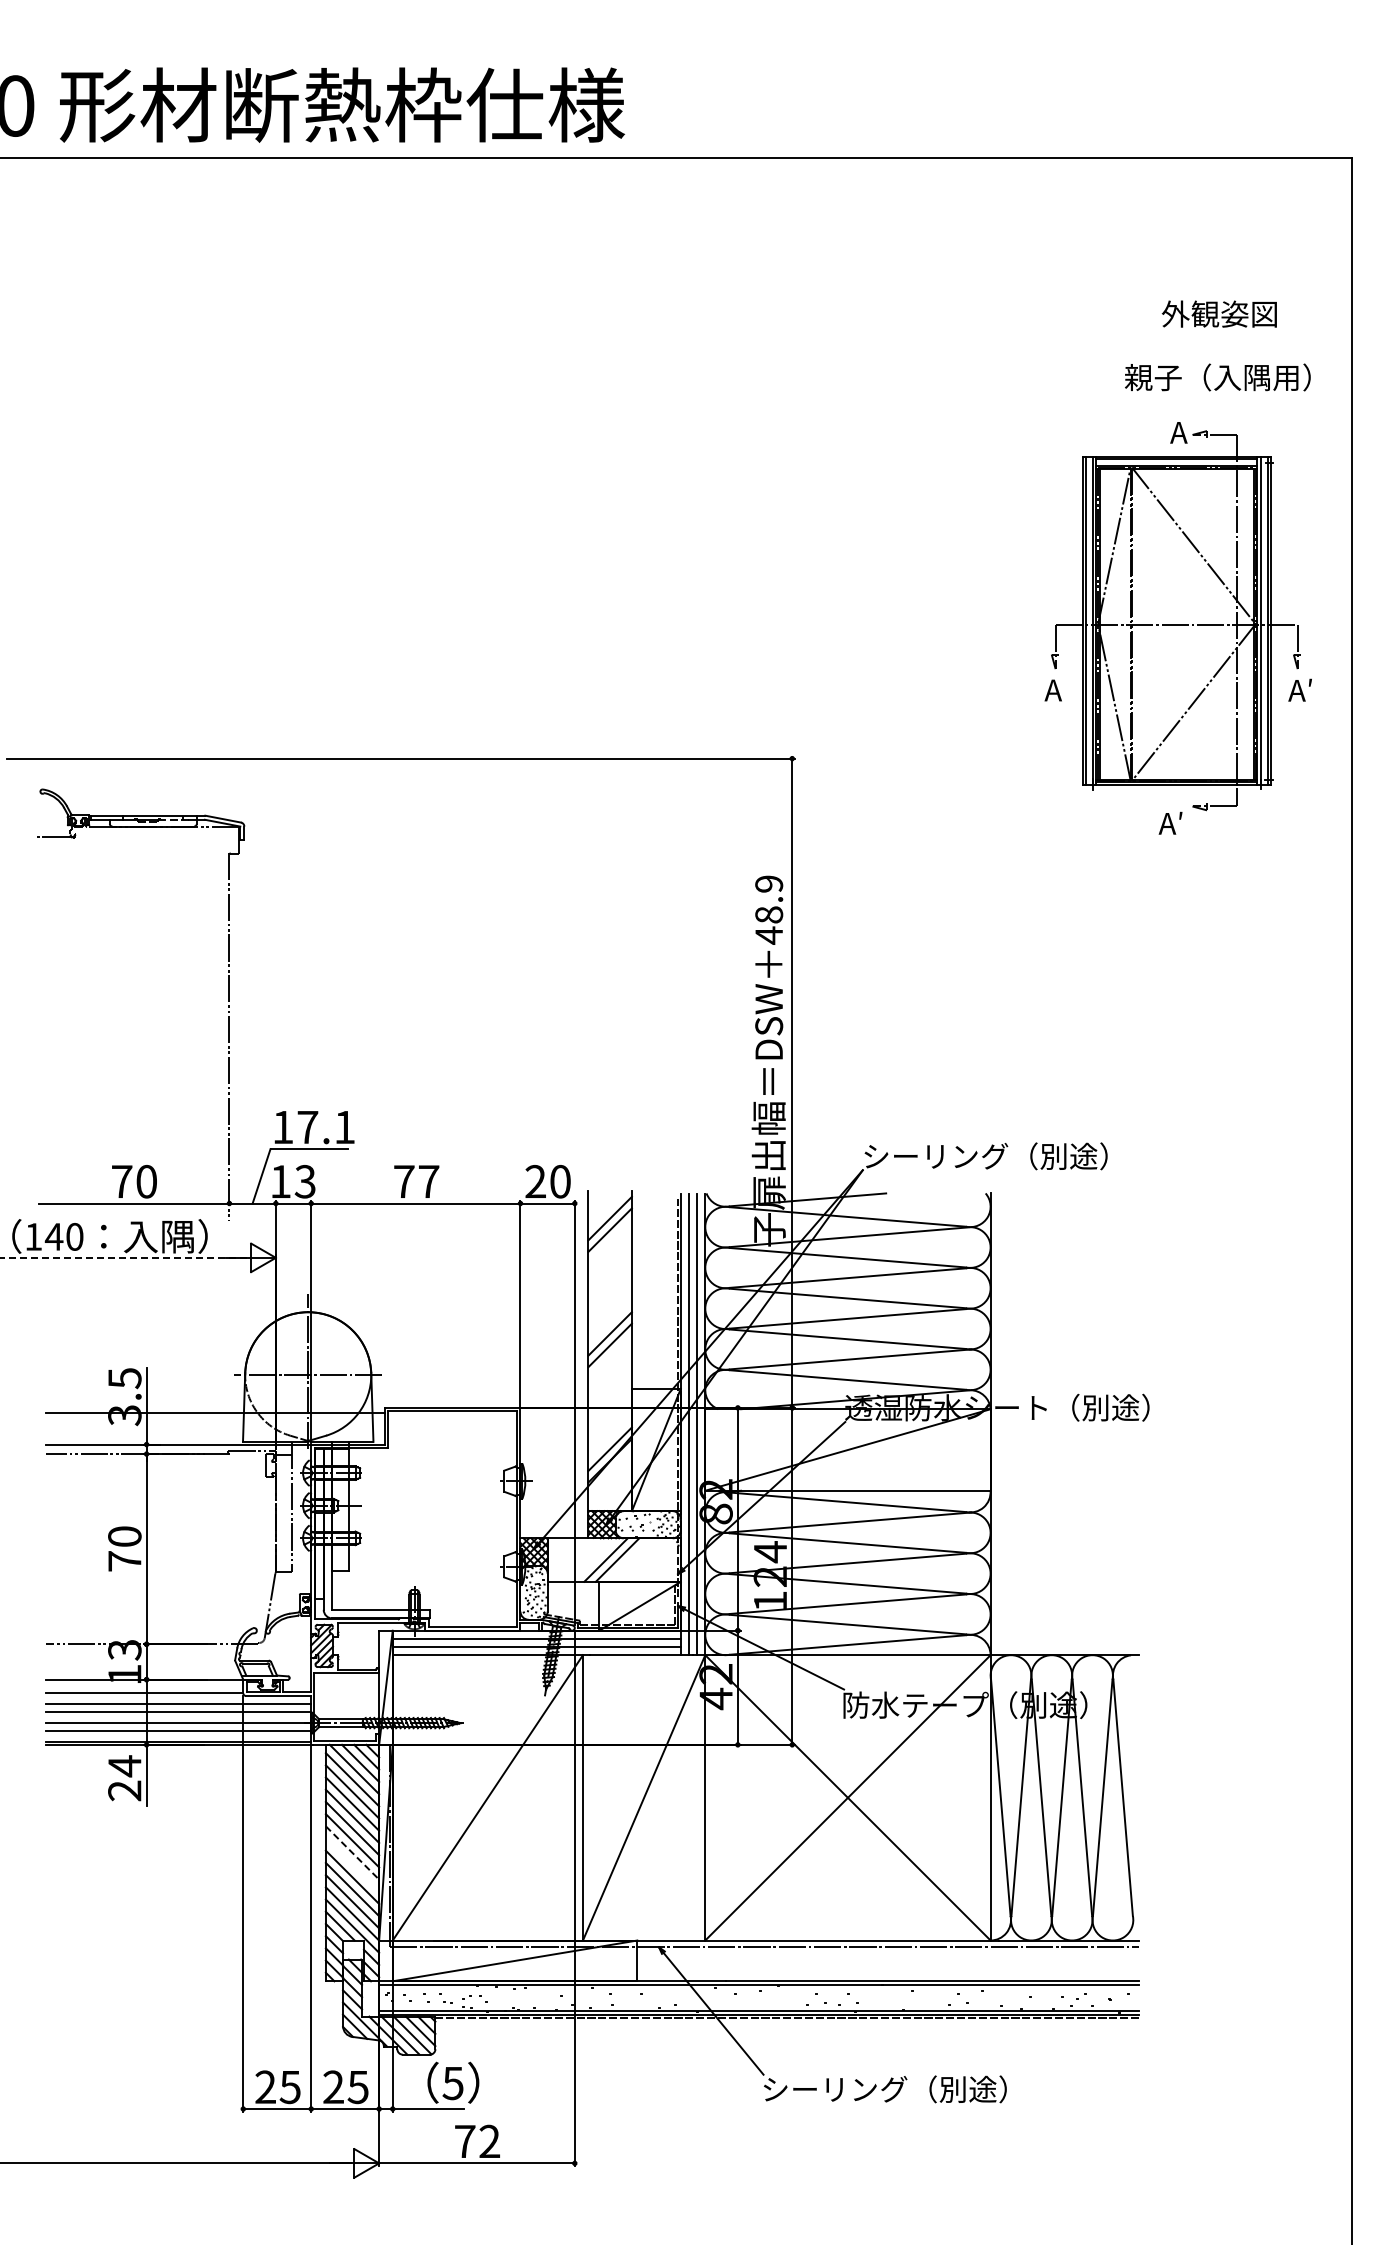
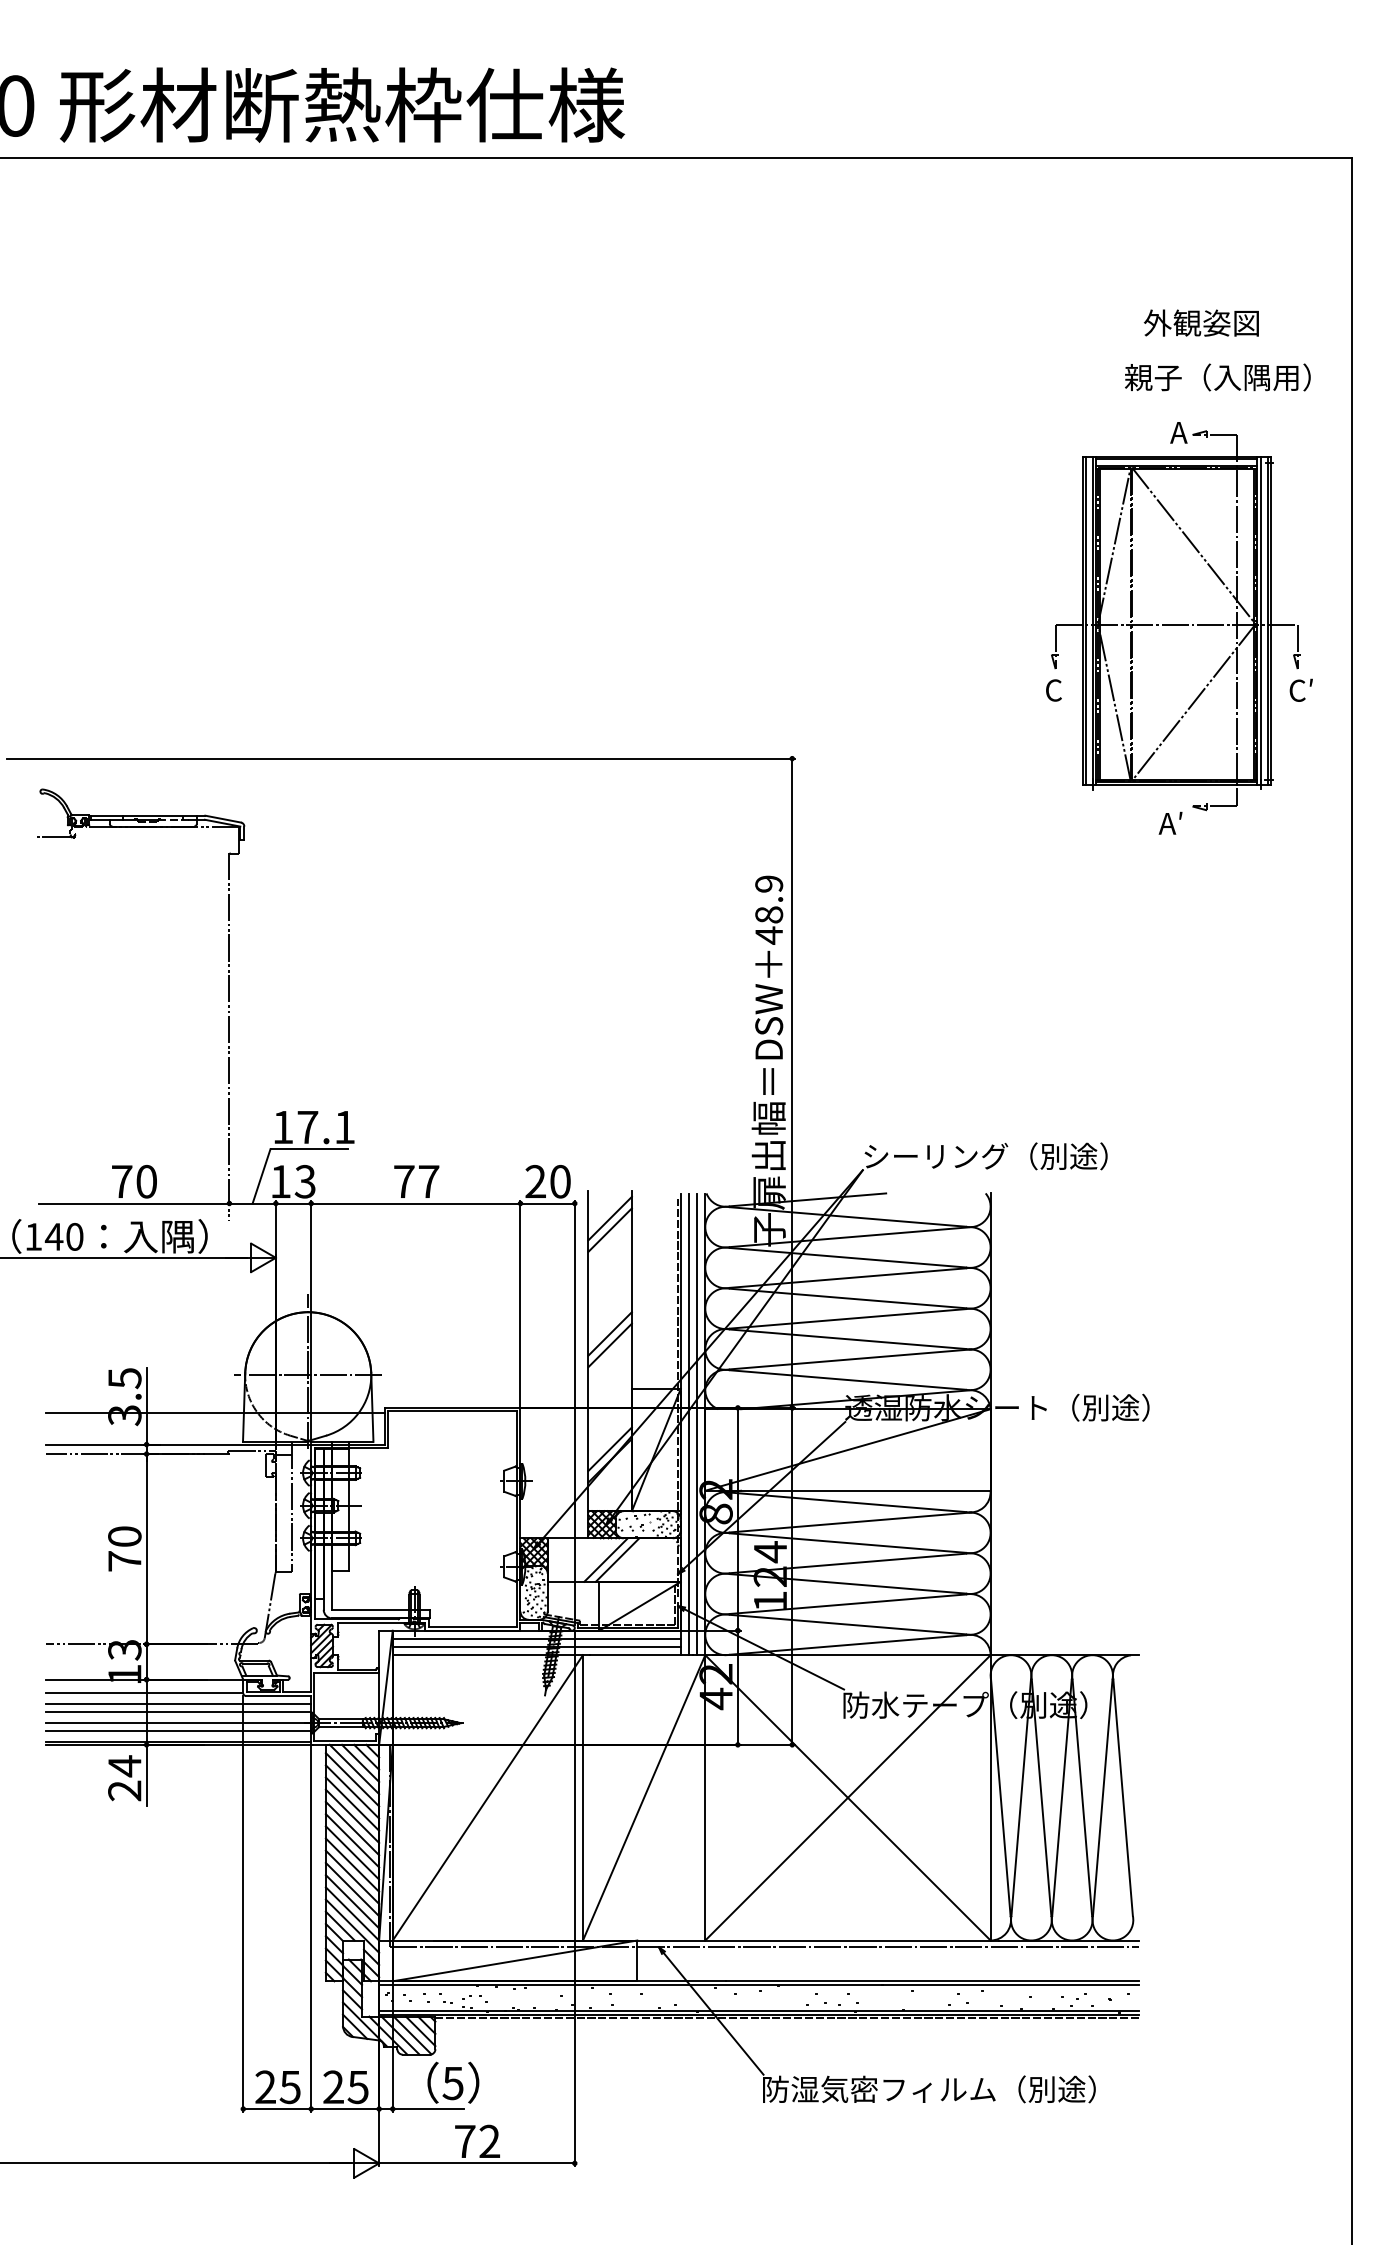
text at (1218, 313) position: (1218, 313) -> (1200, 322)
text at (1300, 689): A′ -> C′
text at (1052, 690): A -> C
line at (123, 1257): dashed -> solid
line at (352, 1852): dashed -> solid
line at (352, 1864): none -> present
text at (929, 2089): シーリング（別途） -> 防湿気密フィルム（別途）
